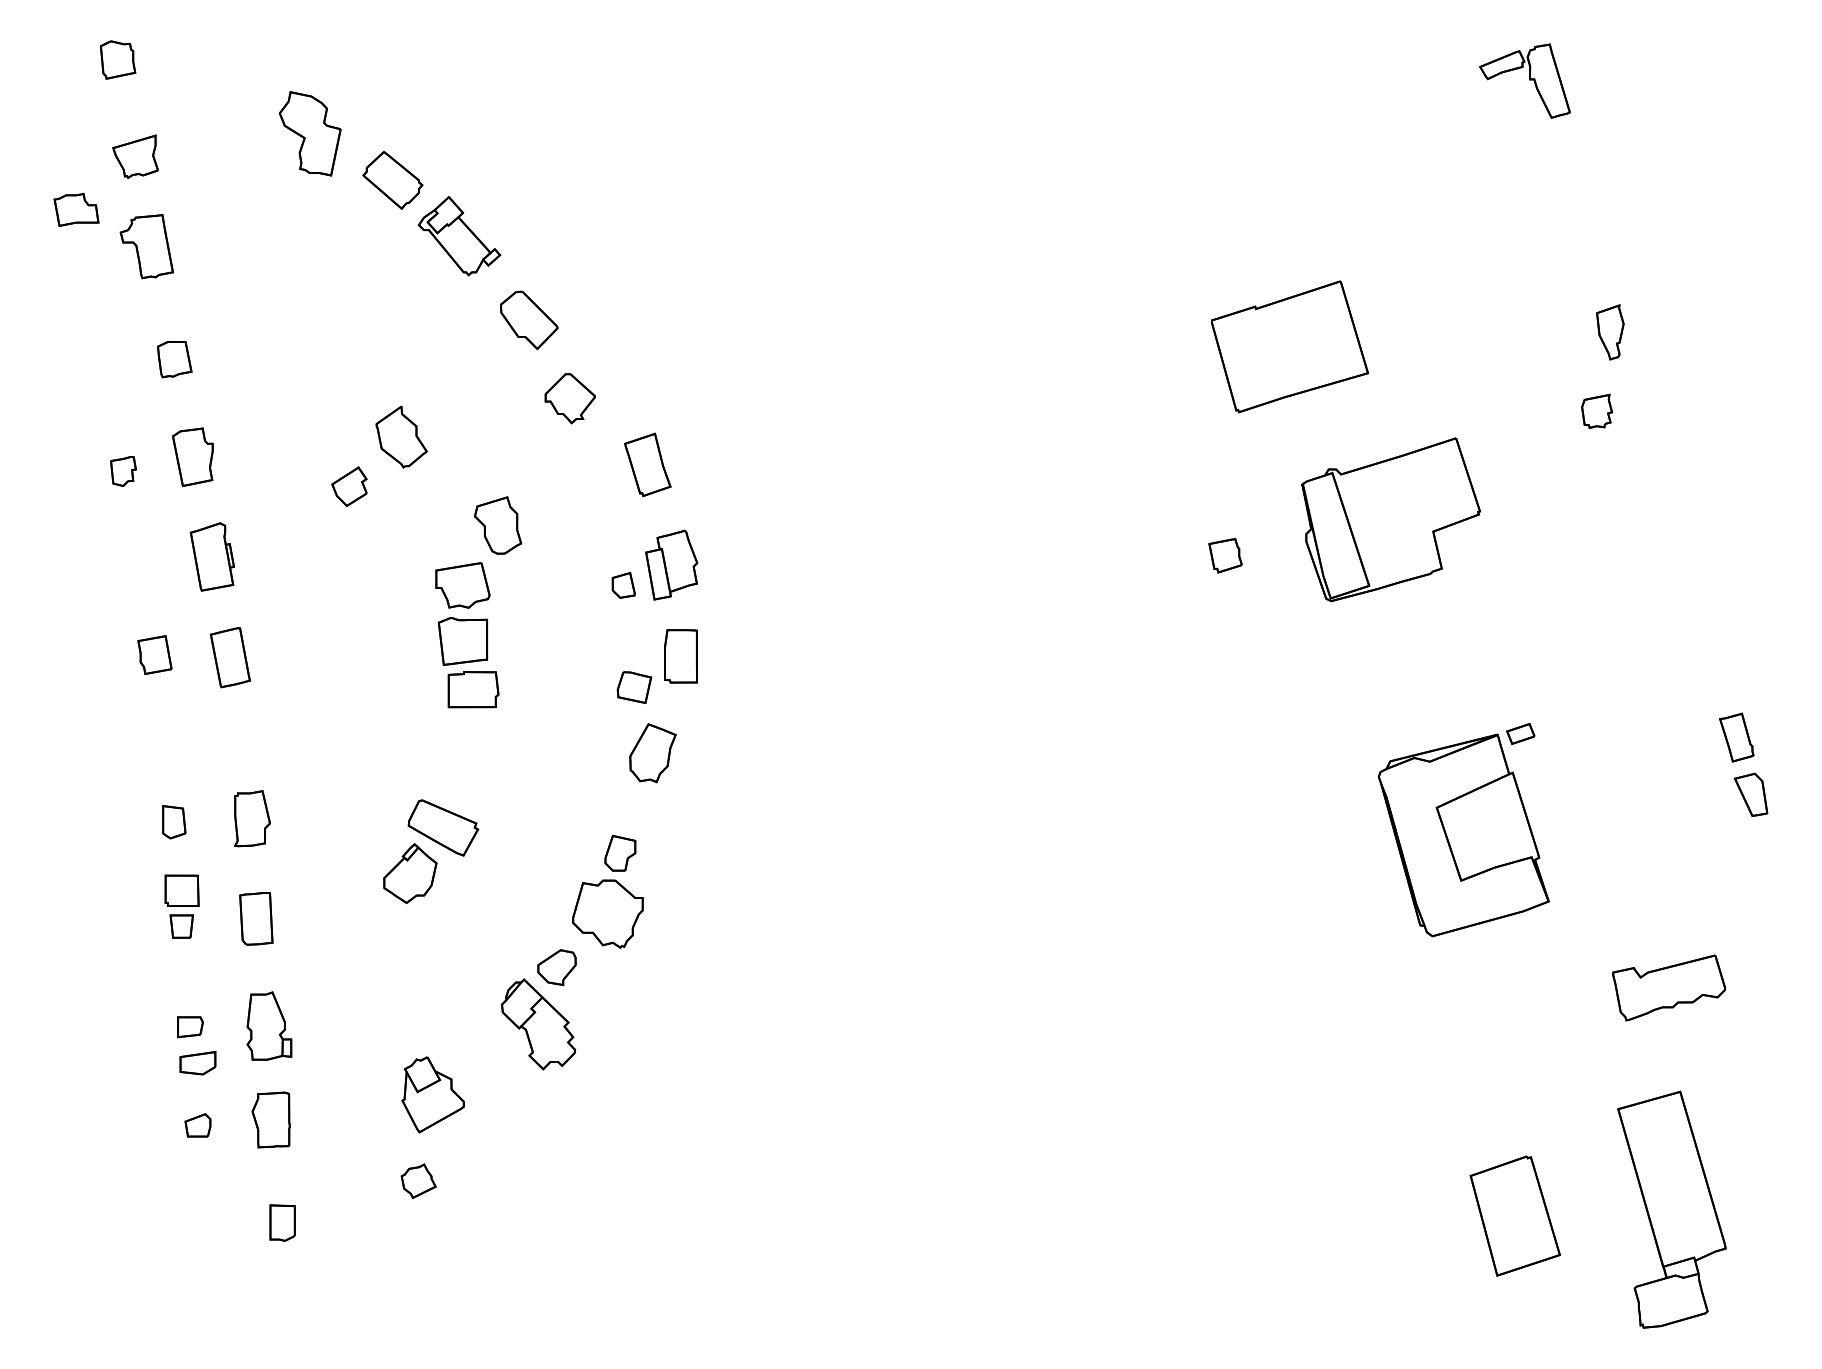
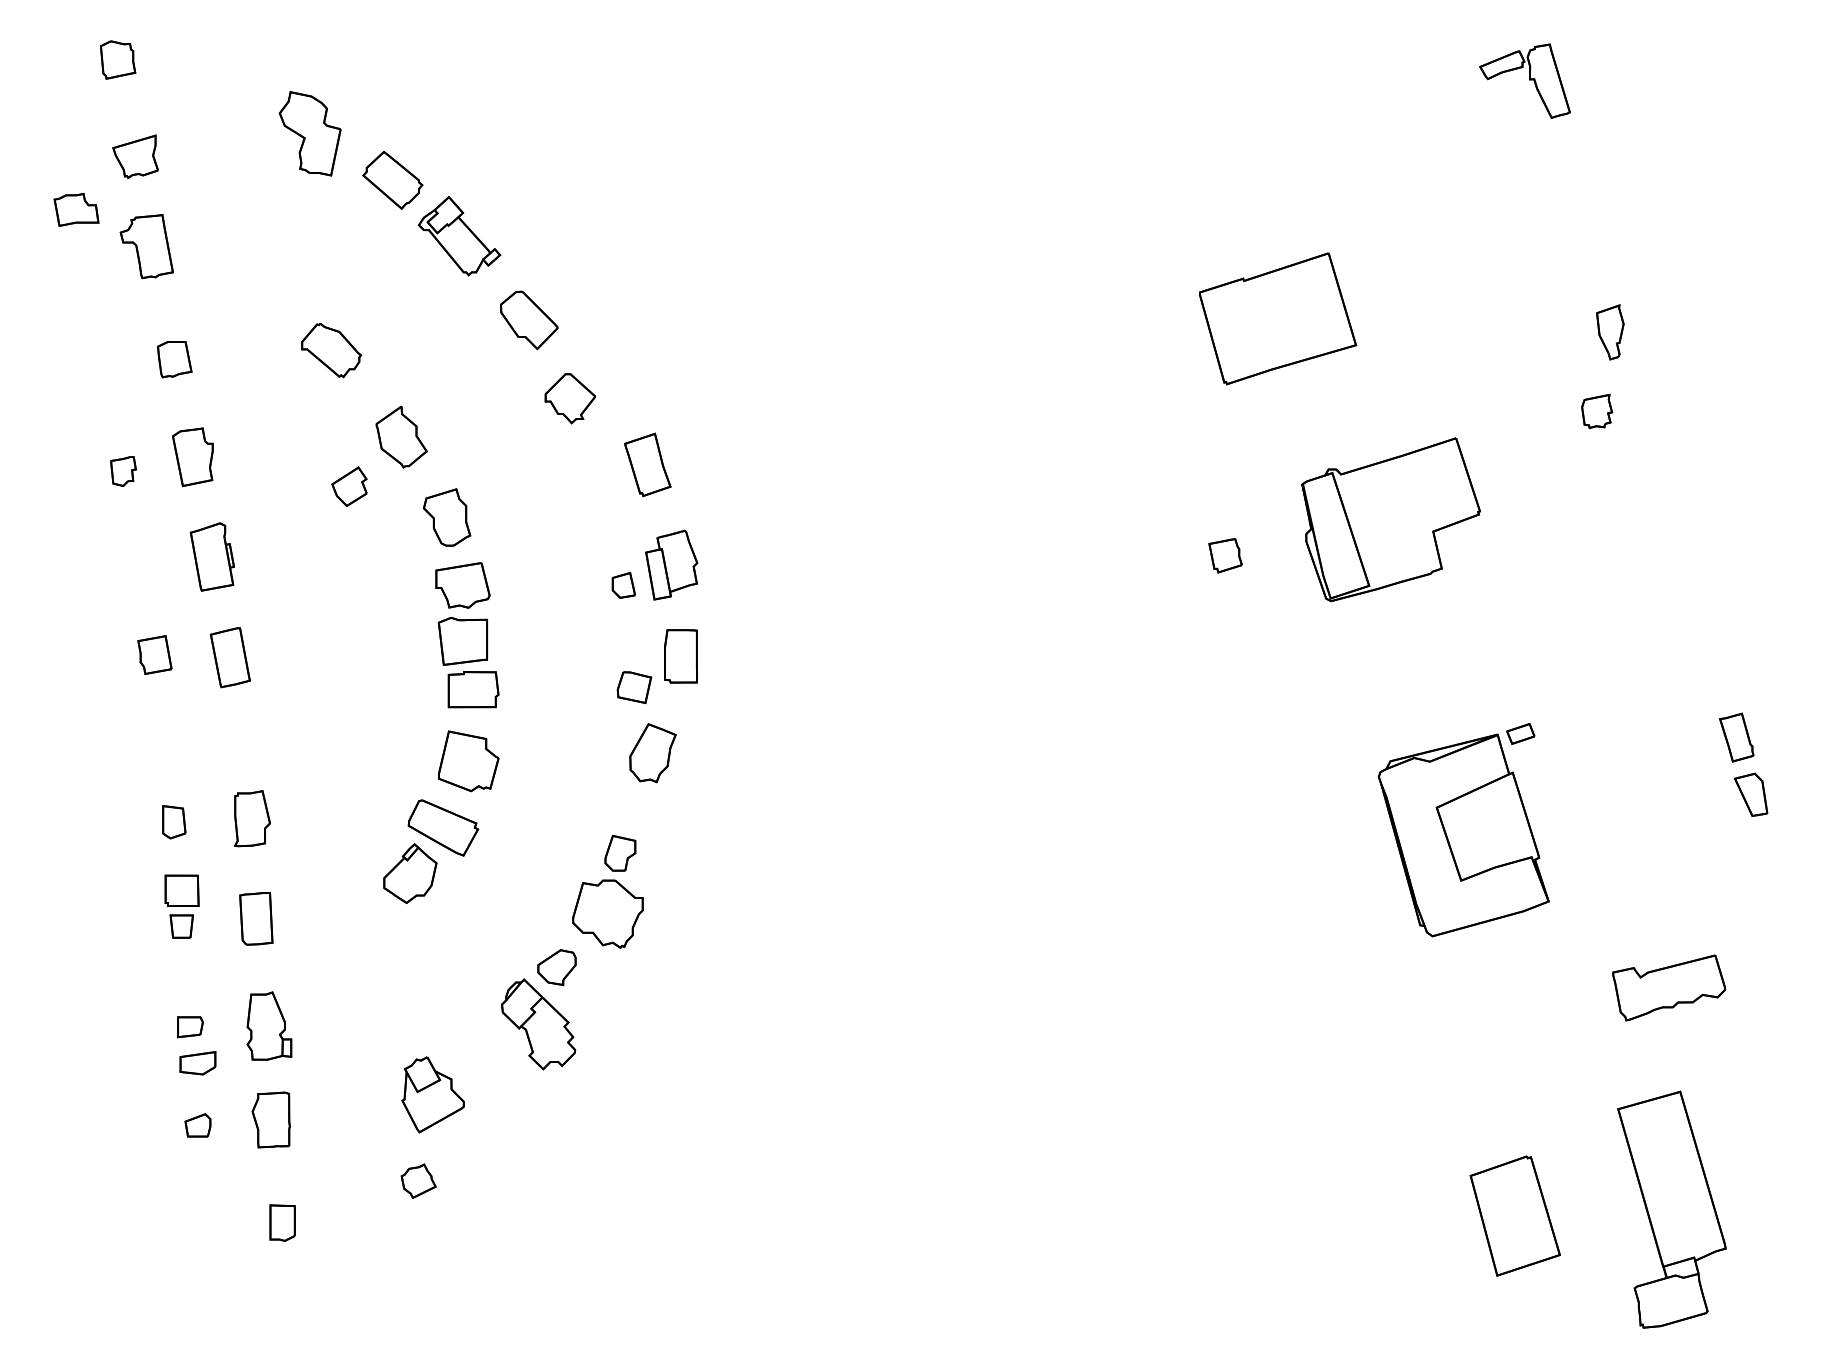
part at (1290, 346) position: (1290, 346) -> (1278, 318)
part at (331, 350): none -> present
part at (498, 525) position: (498, 525) -> (447, 517)
part at (468, 761): none -> present
